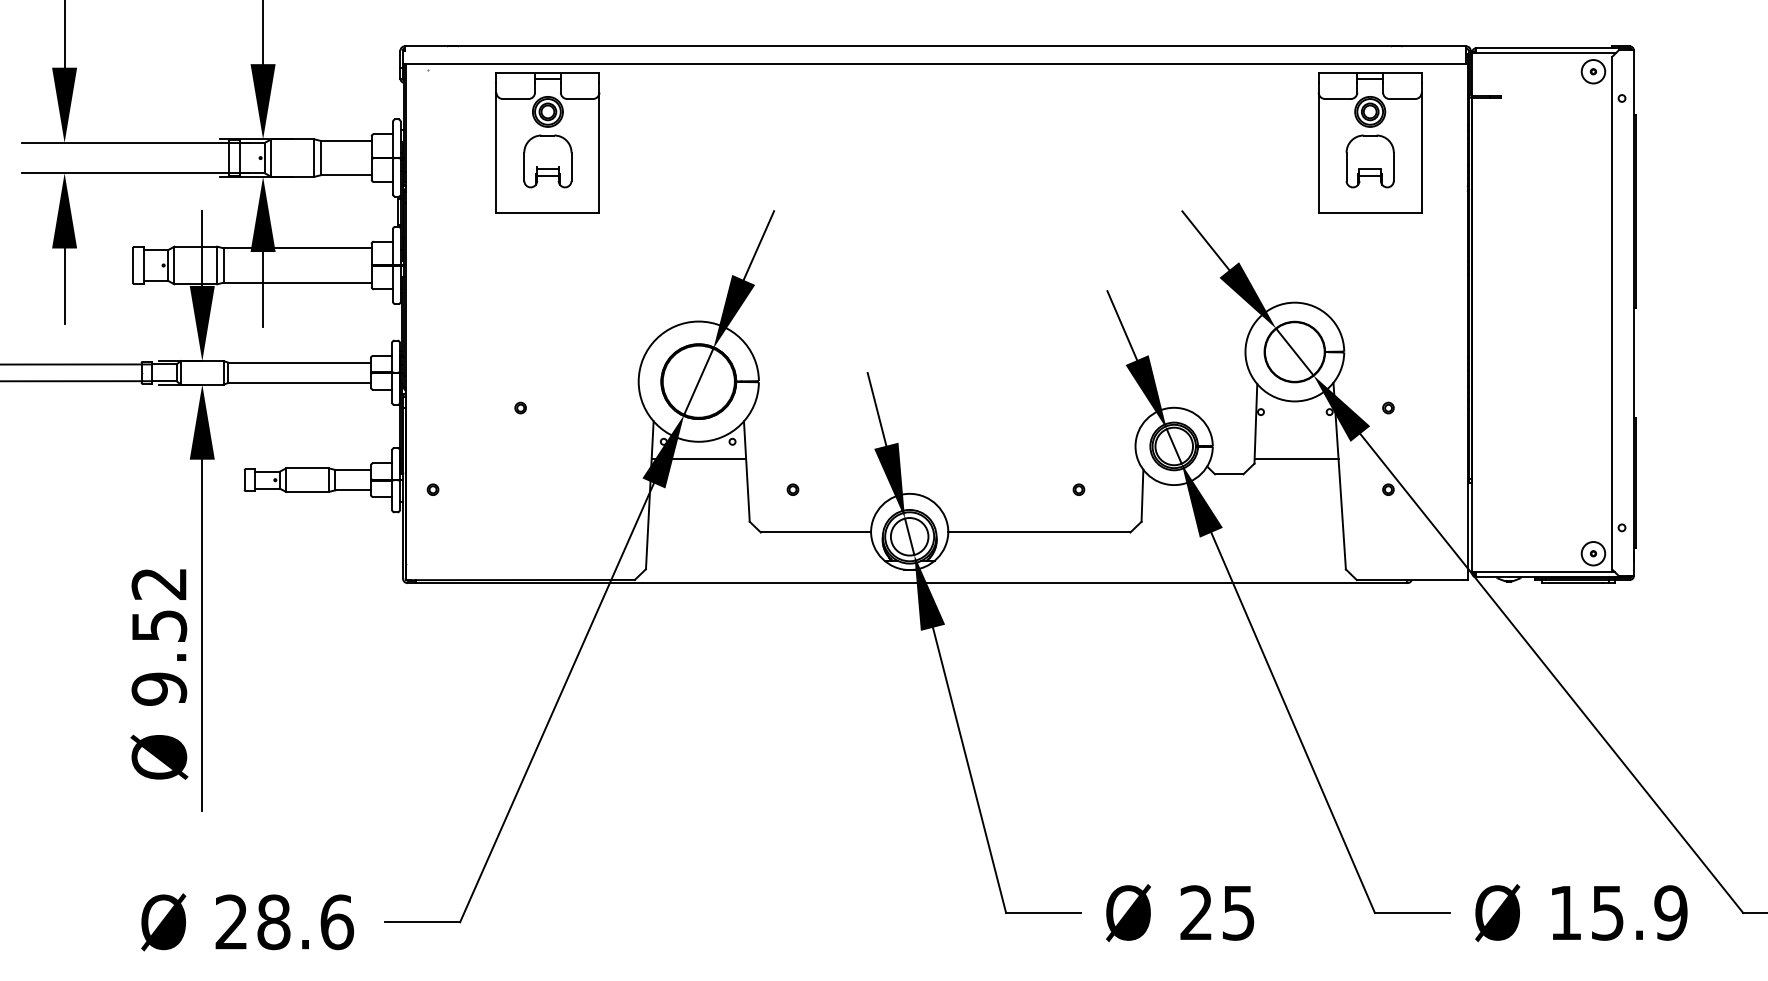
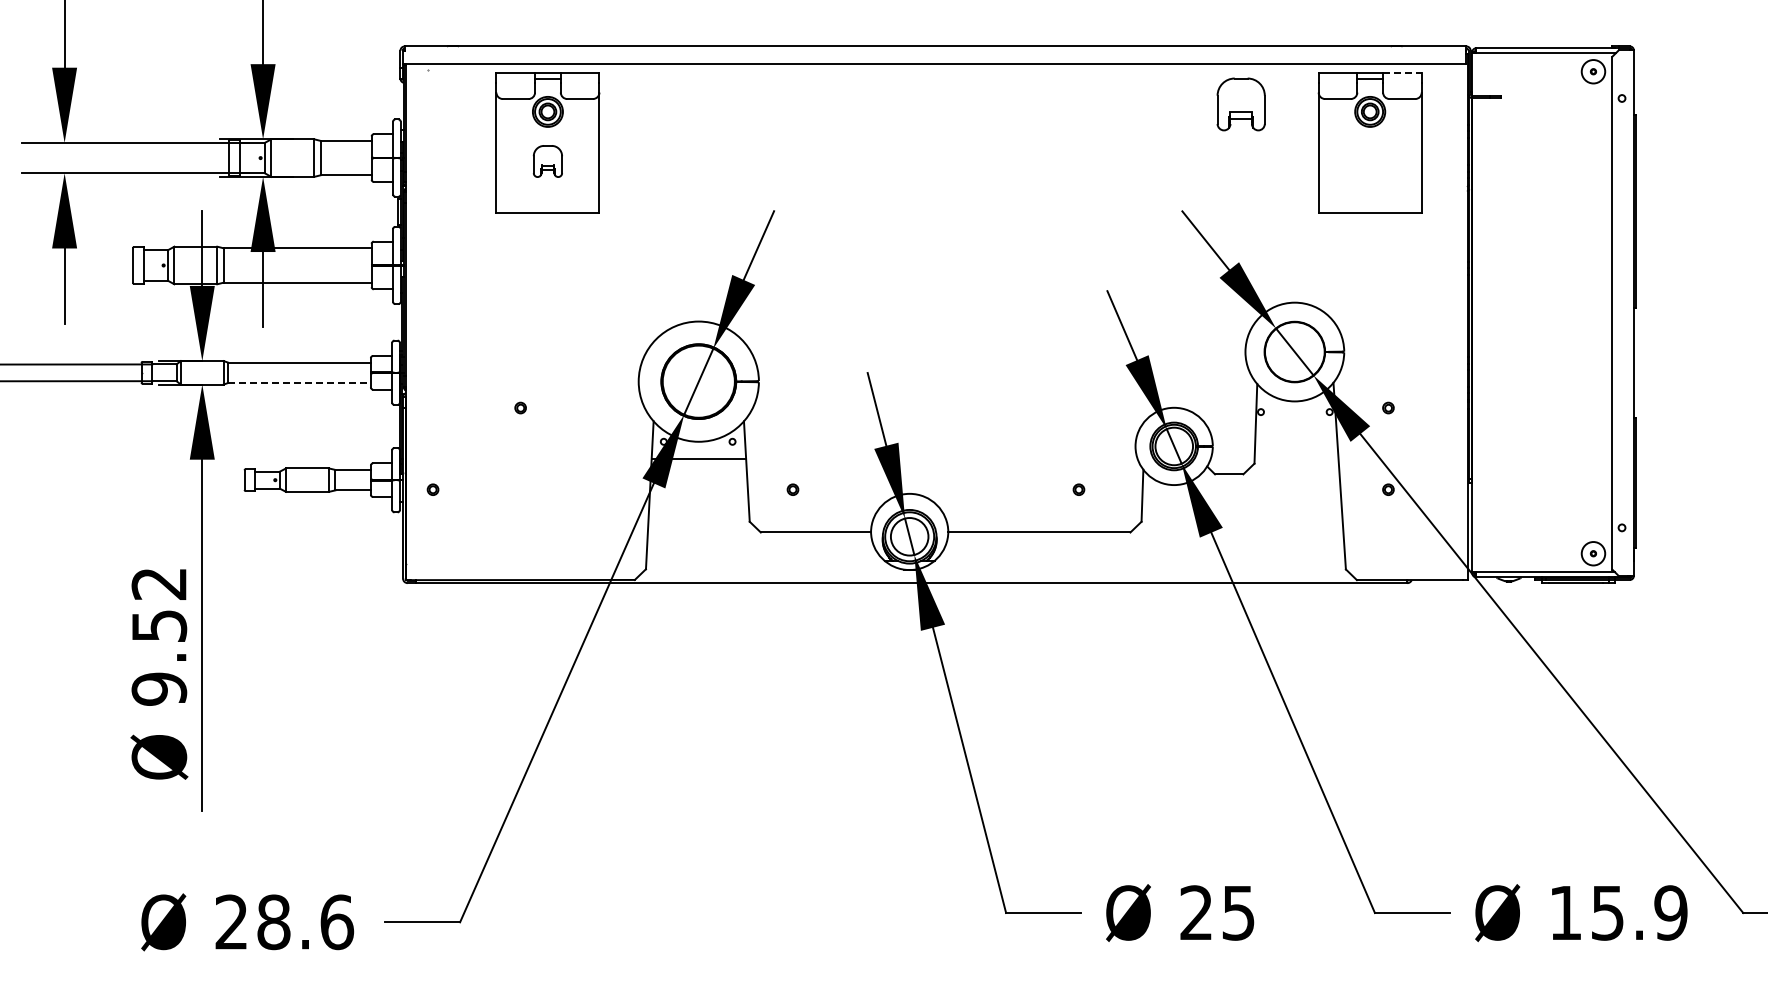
line at (1402, 73): solid -> dashed
part at (547, 161) size: 50x55 px -> 31x33 px
part at (1369, 161) position: (1369, 161) -> (1240, 104)
line at (299, 383): solid -> dashed
line at (1296, 458): present -> none
